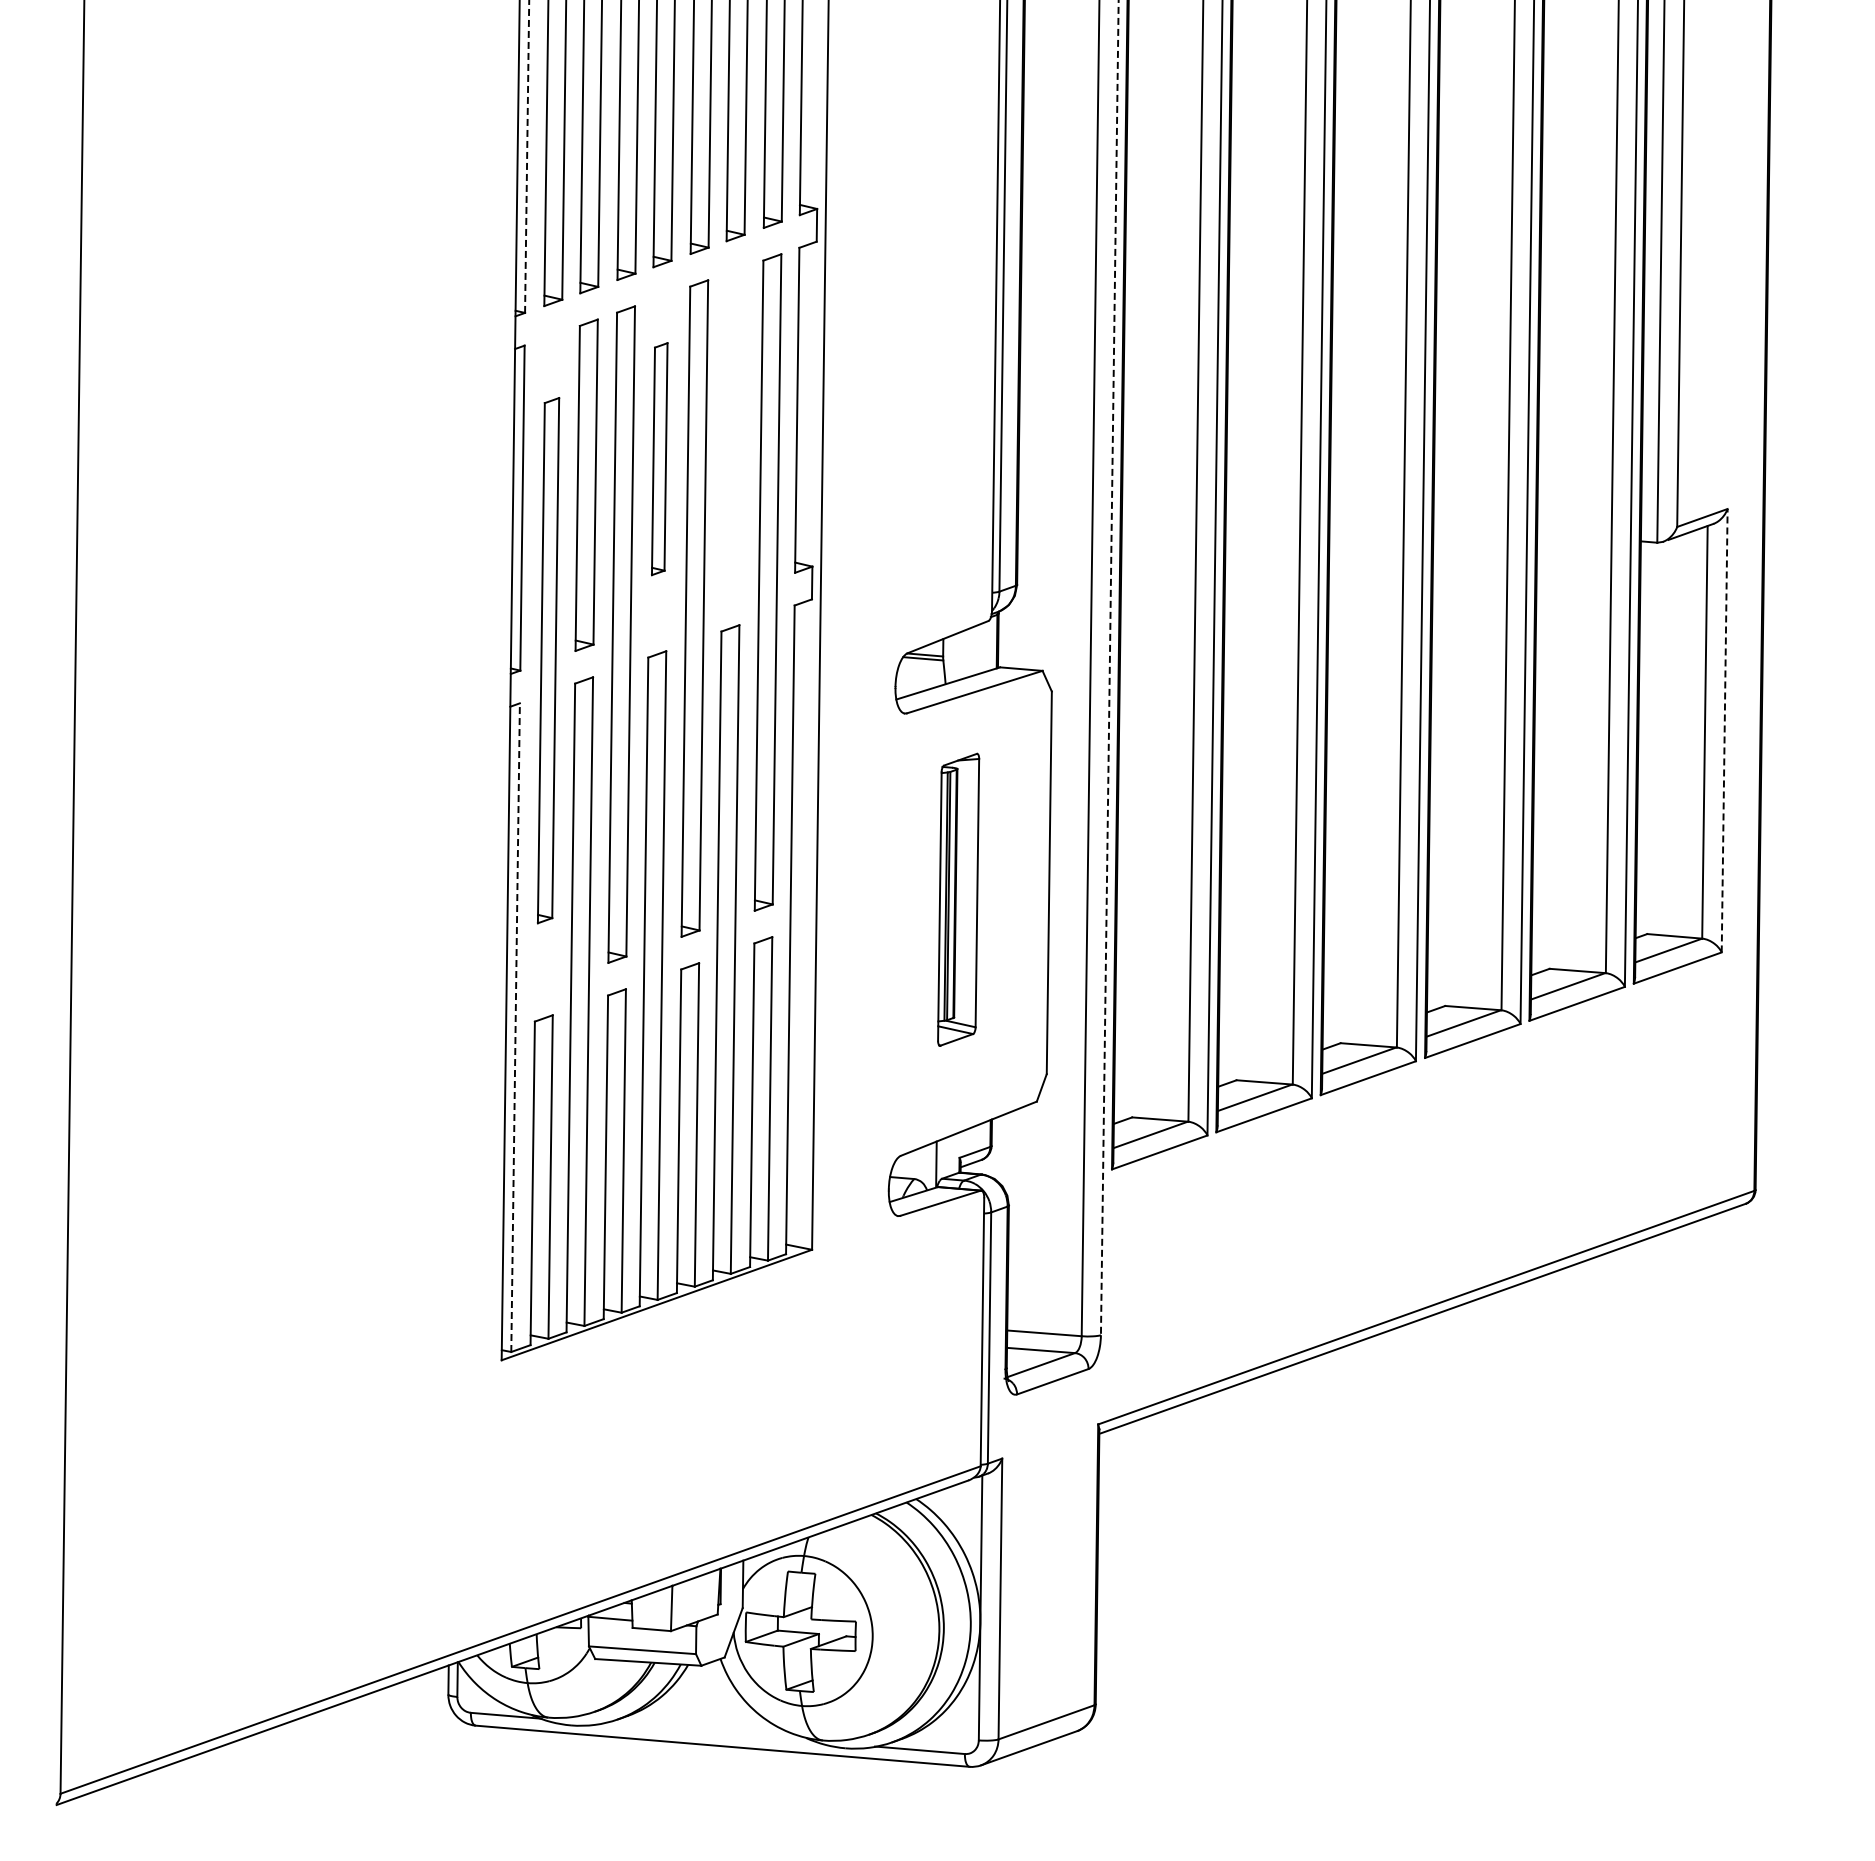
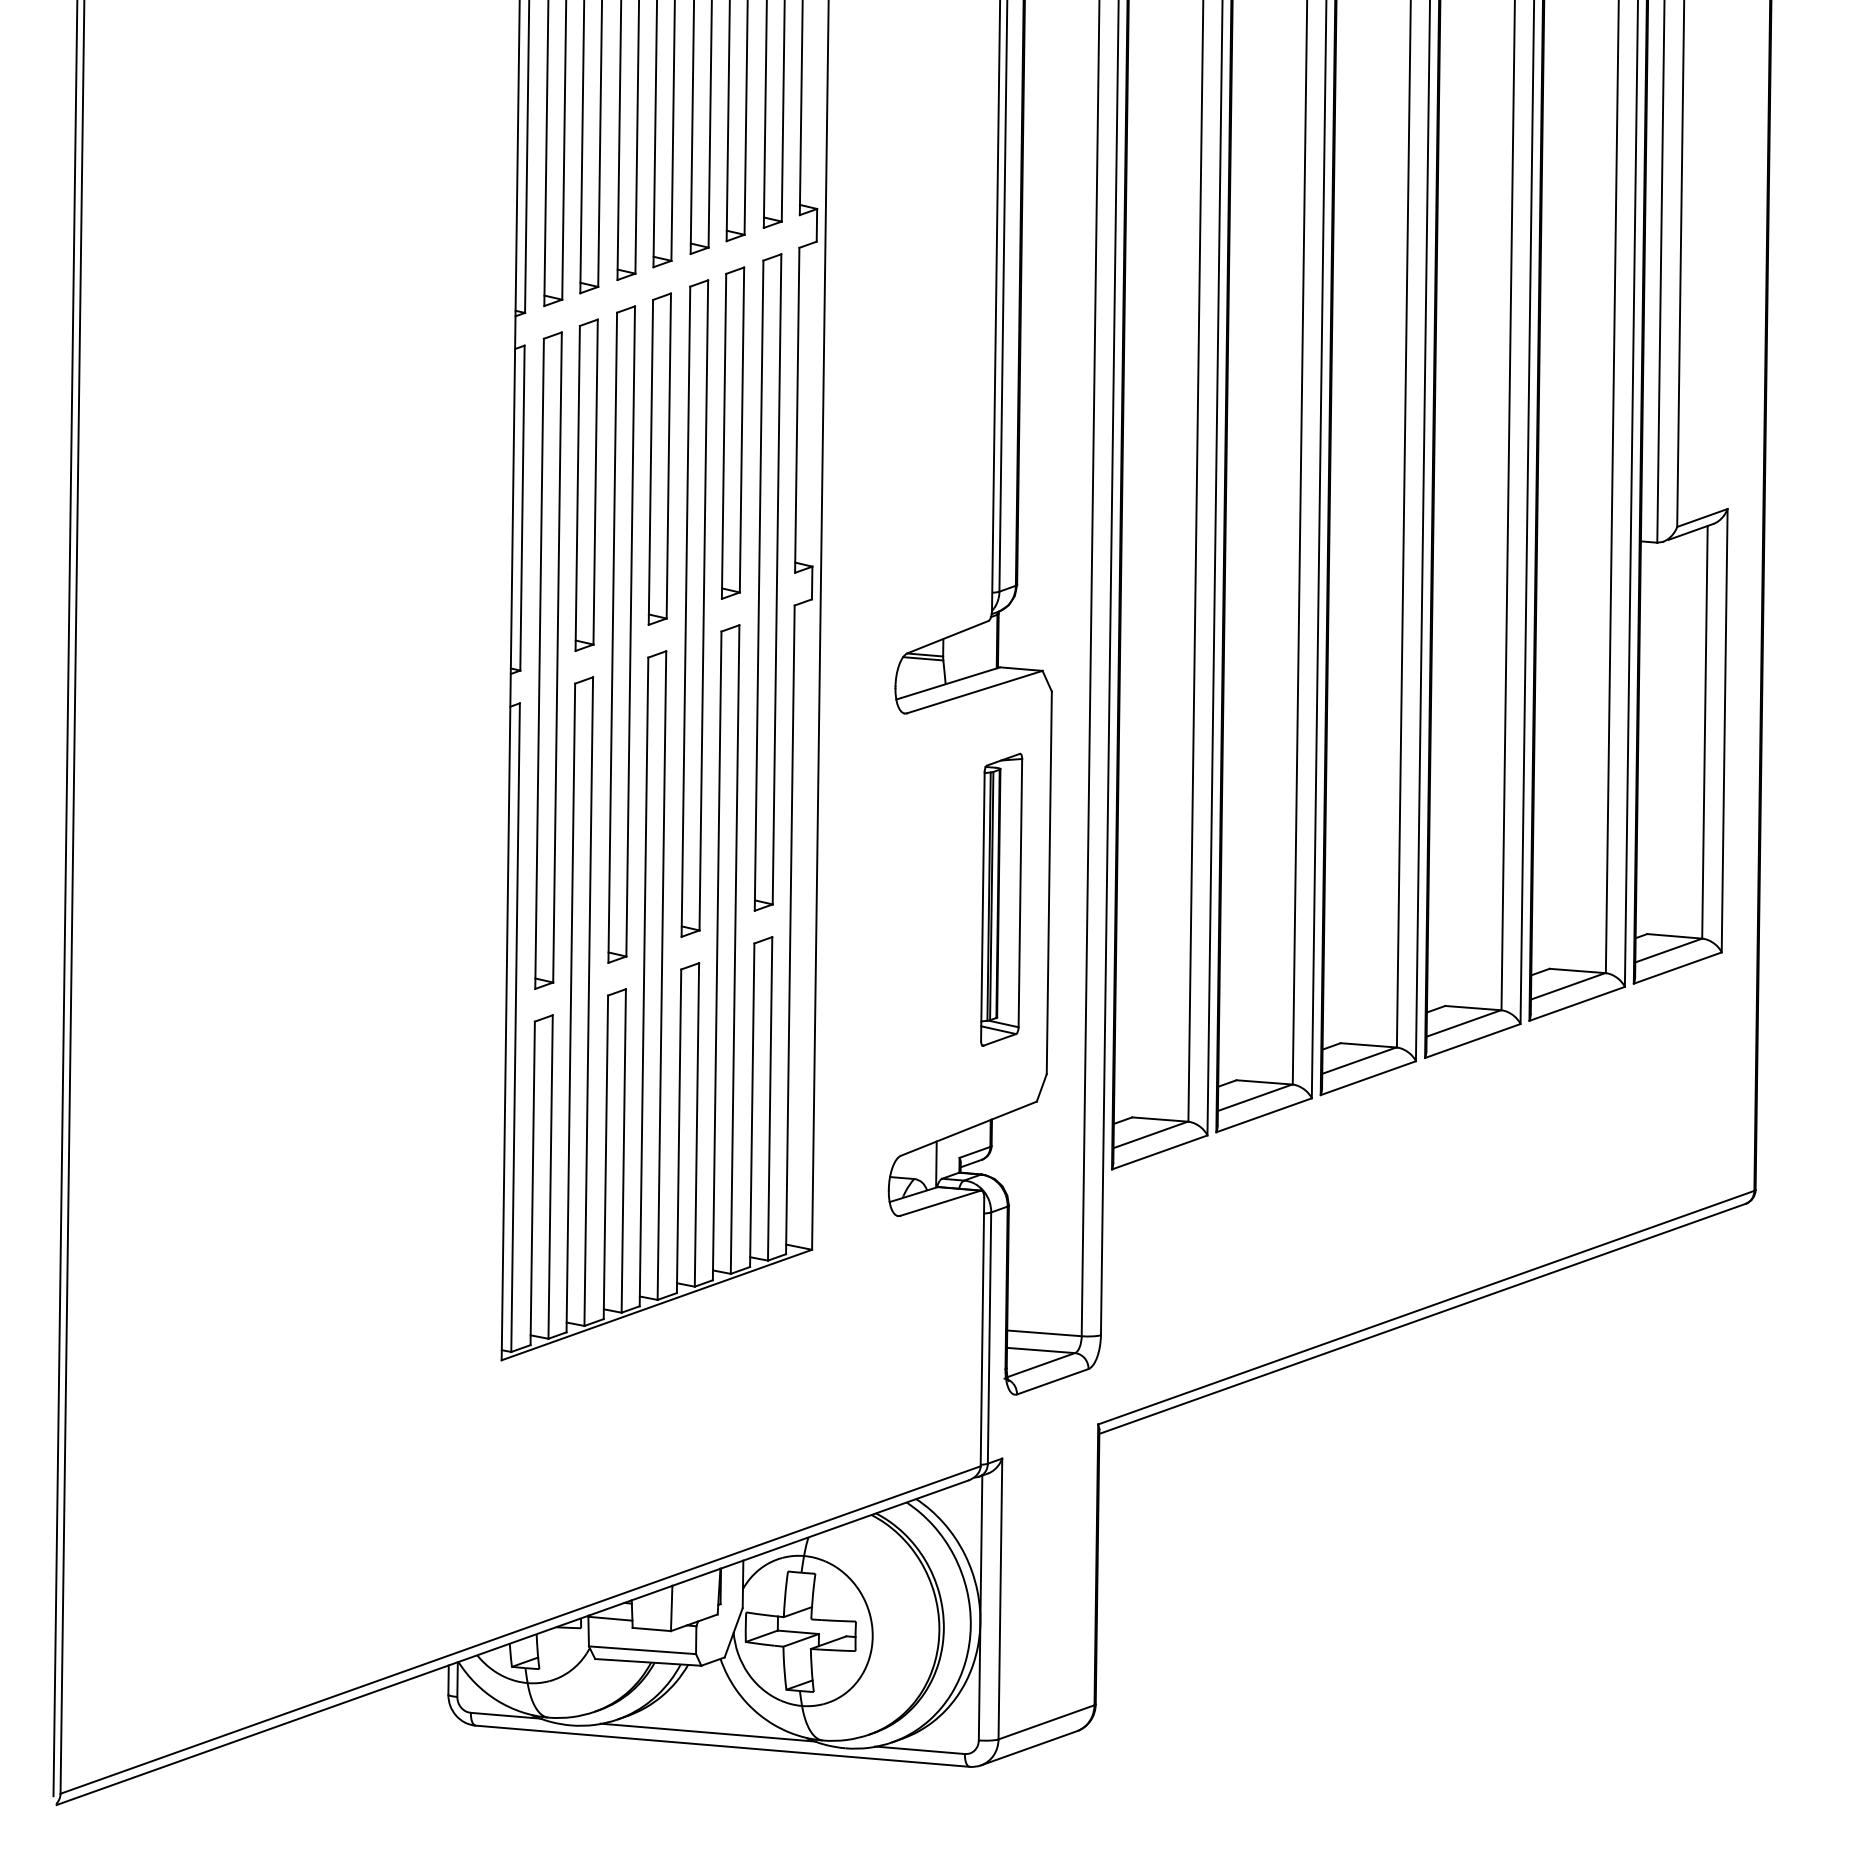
line at (527, 156): dashed -> solid
part at (732, 432): none -> present
part at (659, 459) size: 18x235 px -> 25x334 px
part at (548, 660) size: 25x528 px -> 29x659 px
line at (1109, 668): dashed -> solid
line at (1724, 730): dashed -> solid
line at (65, 899): none -> present
part at (958, 899) position: (958, 899) -> (1001, 899)
line at (515, 1027): dashed -> solid
line at (708, 1732): none -> present
